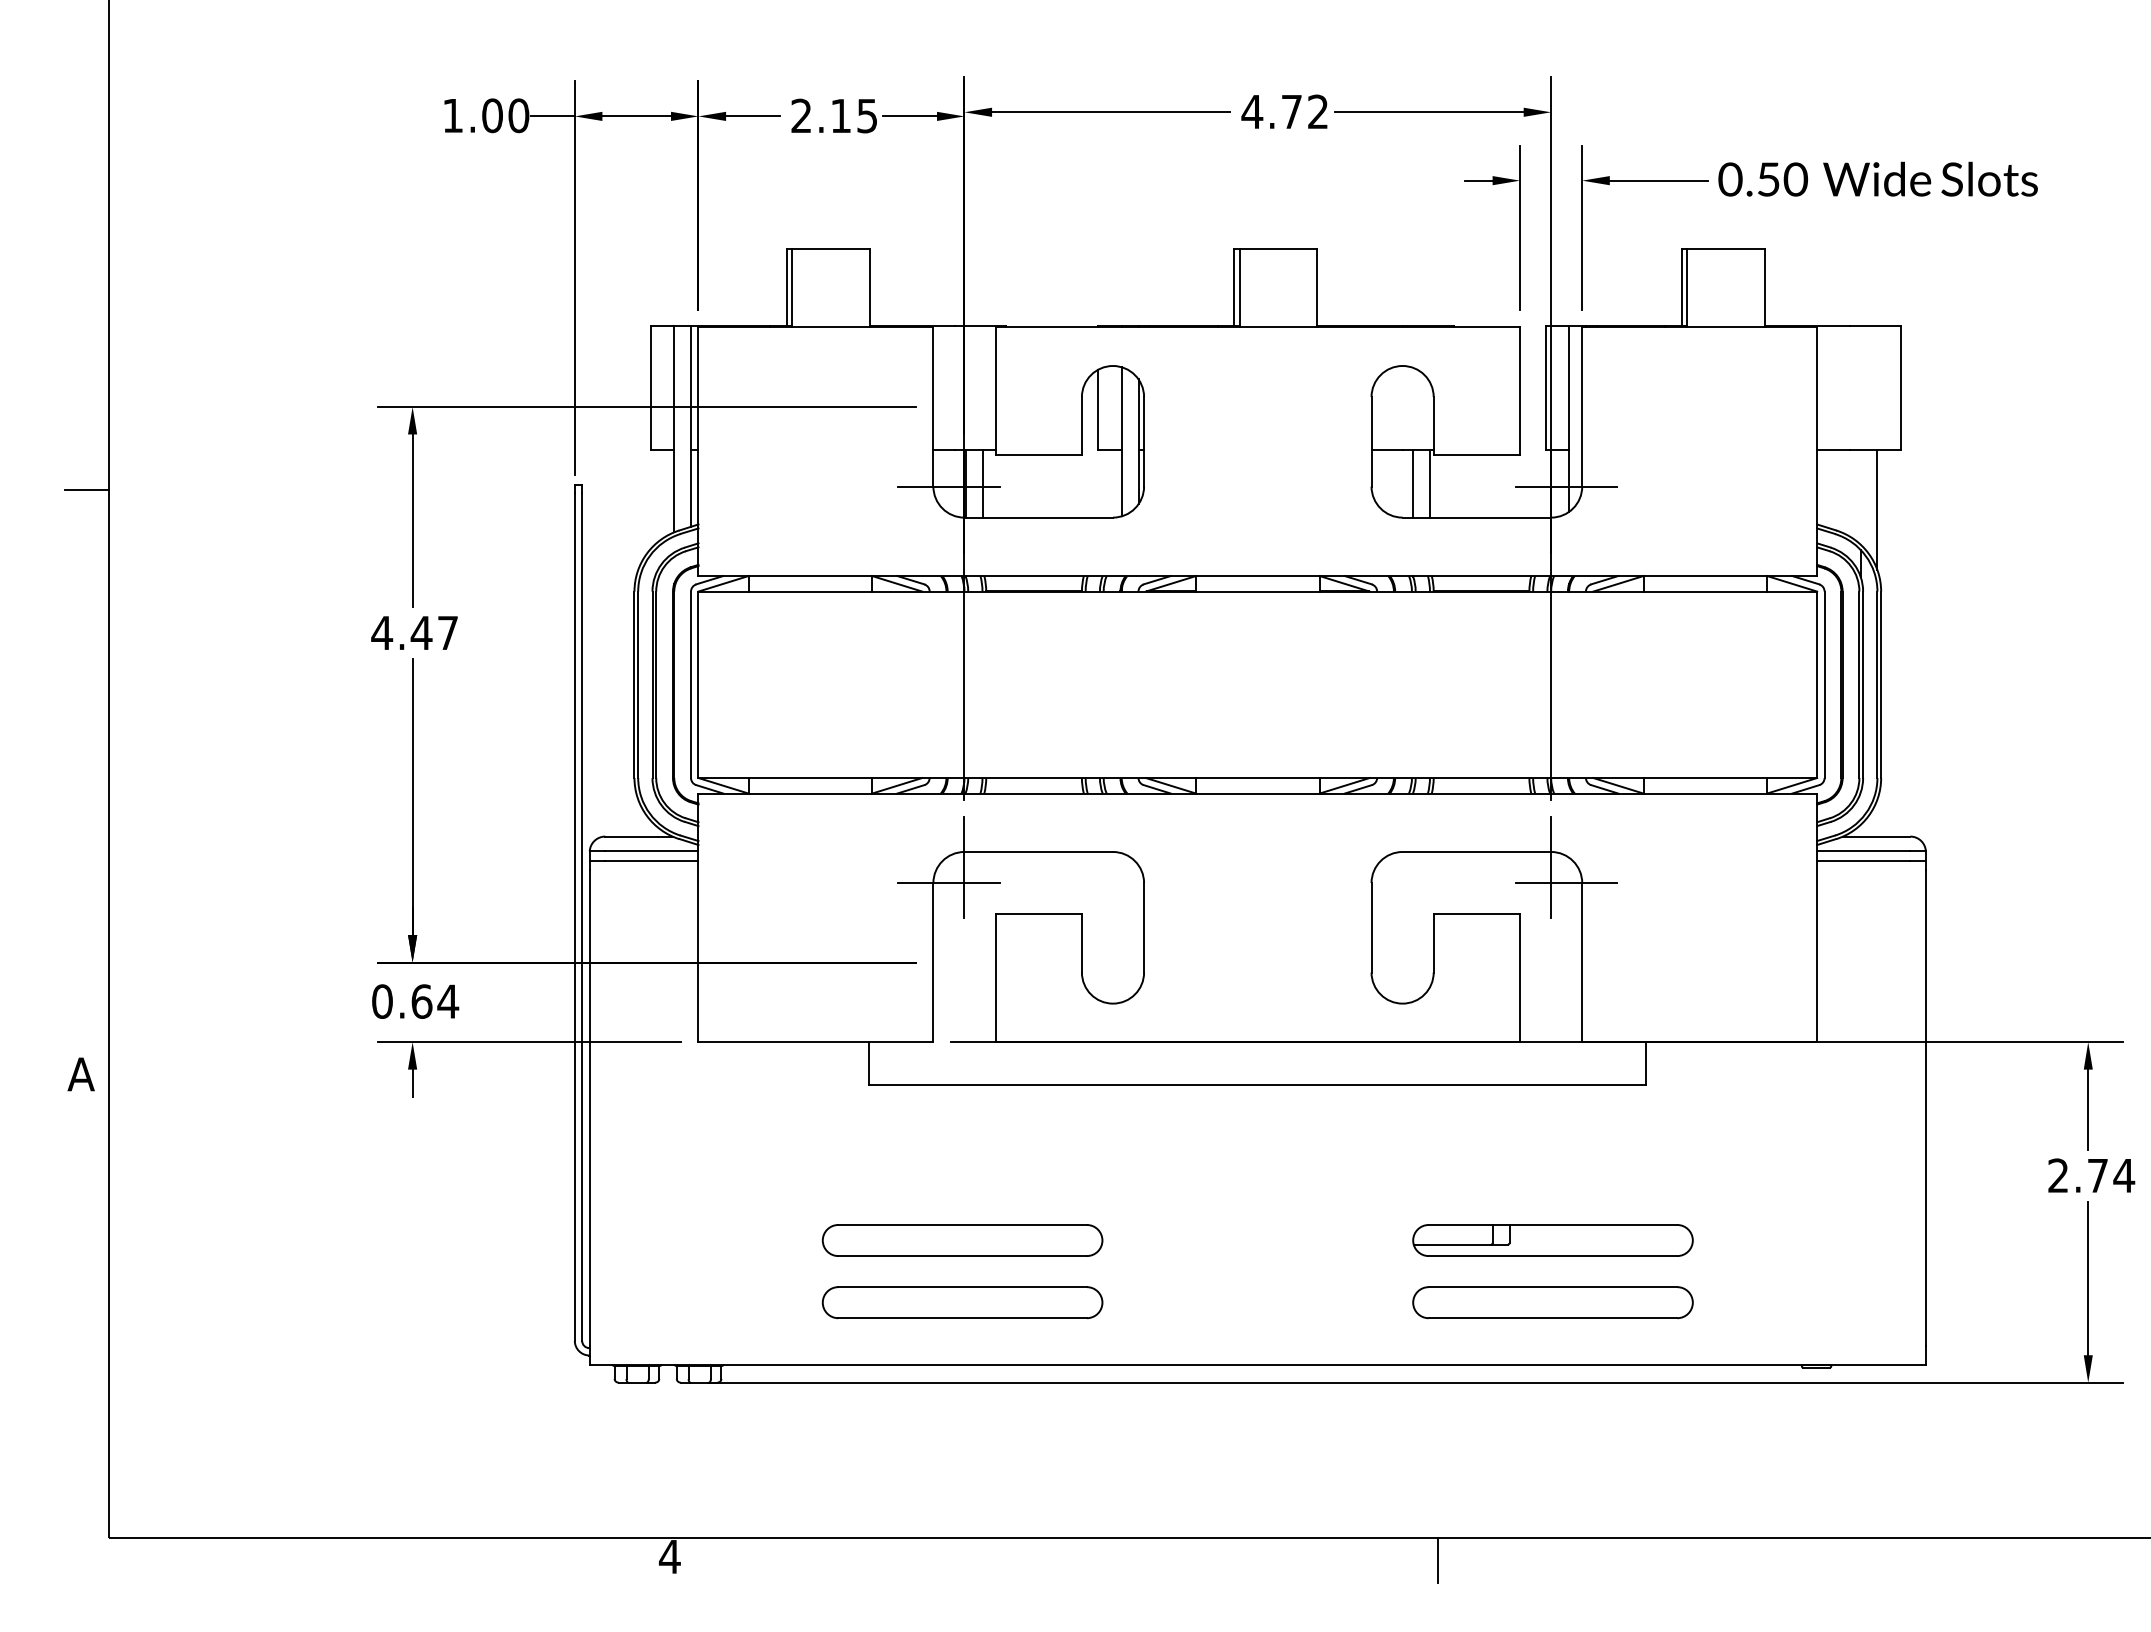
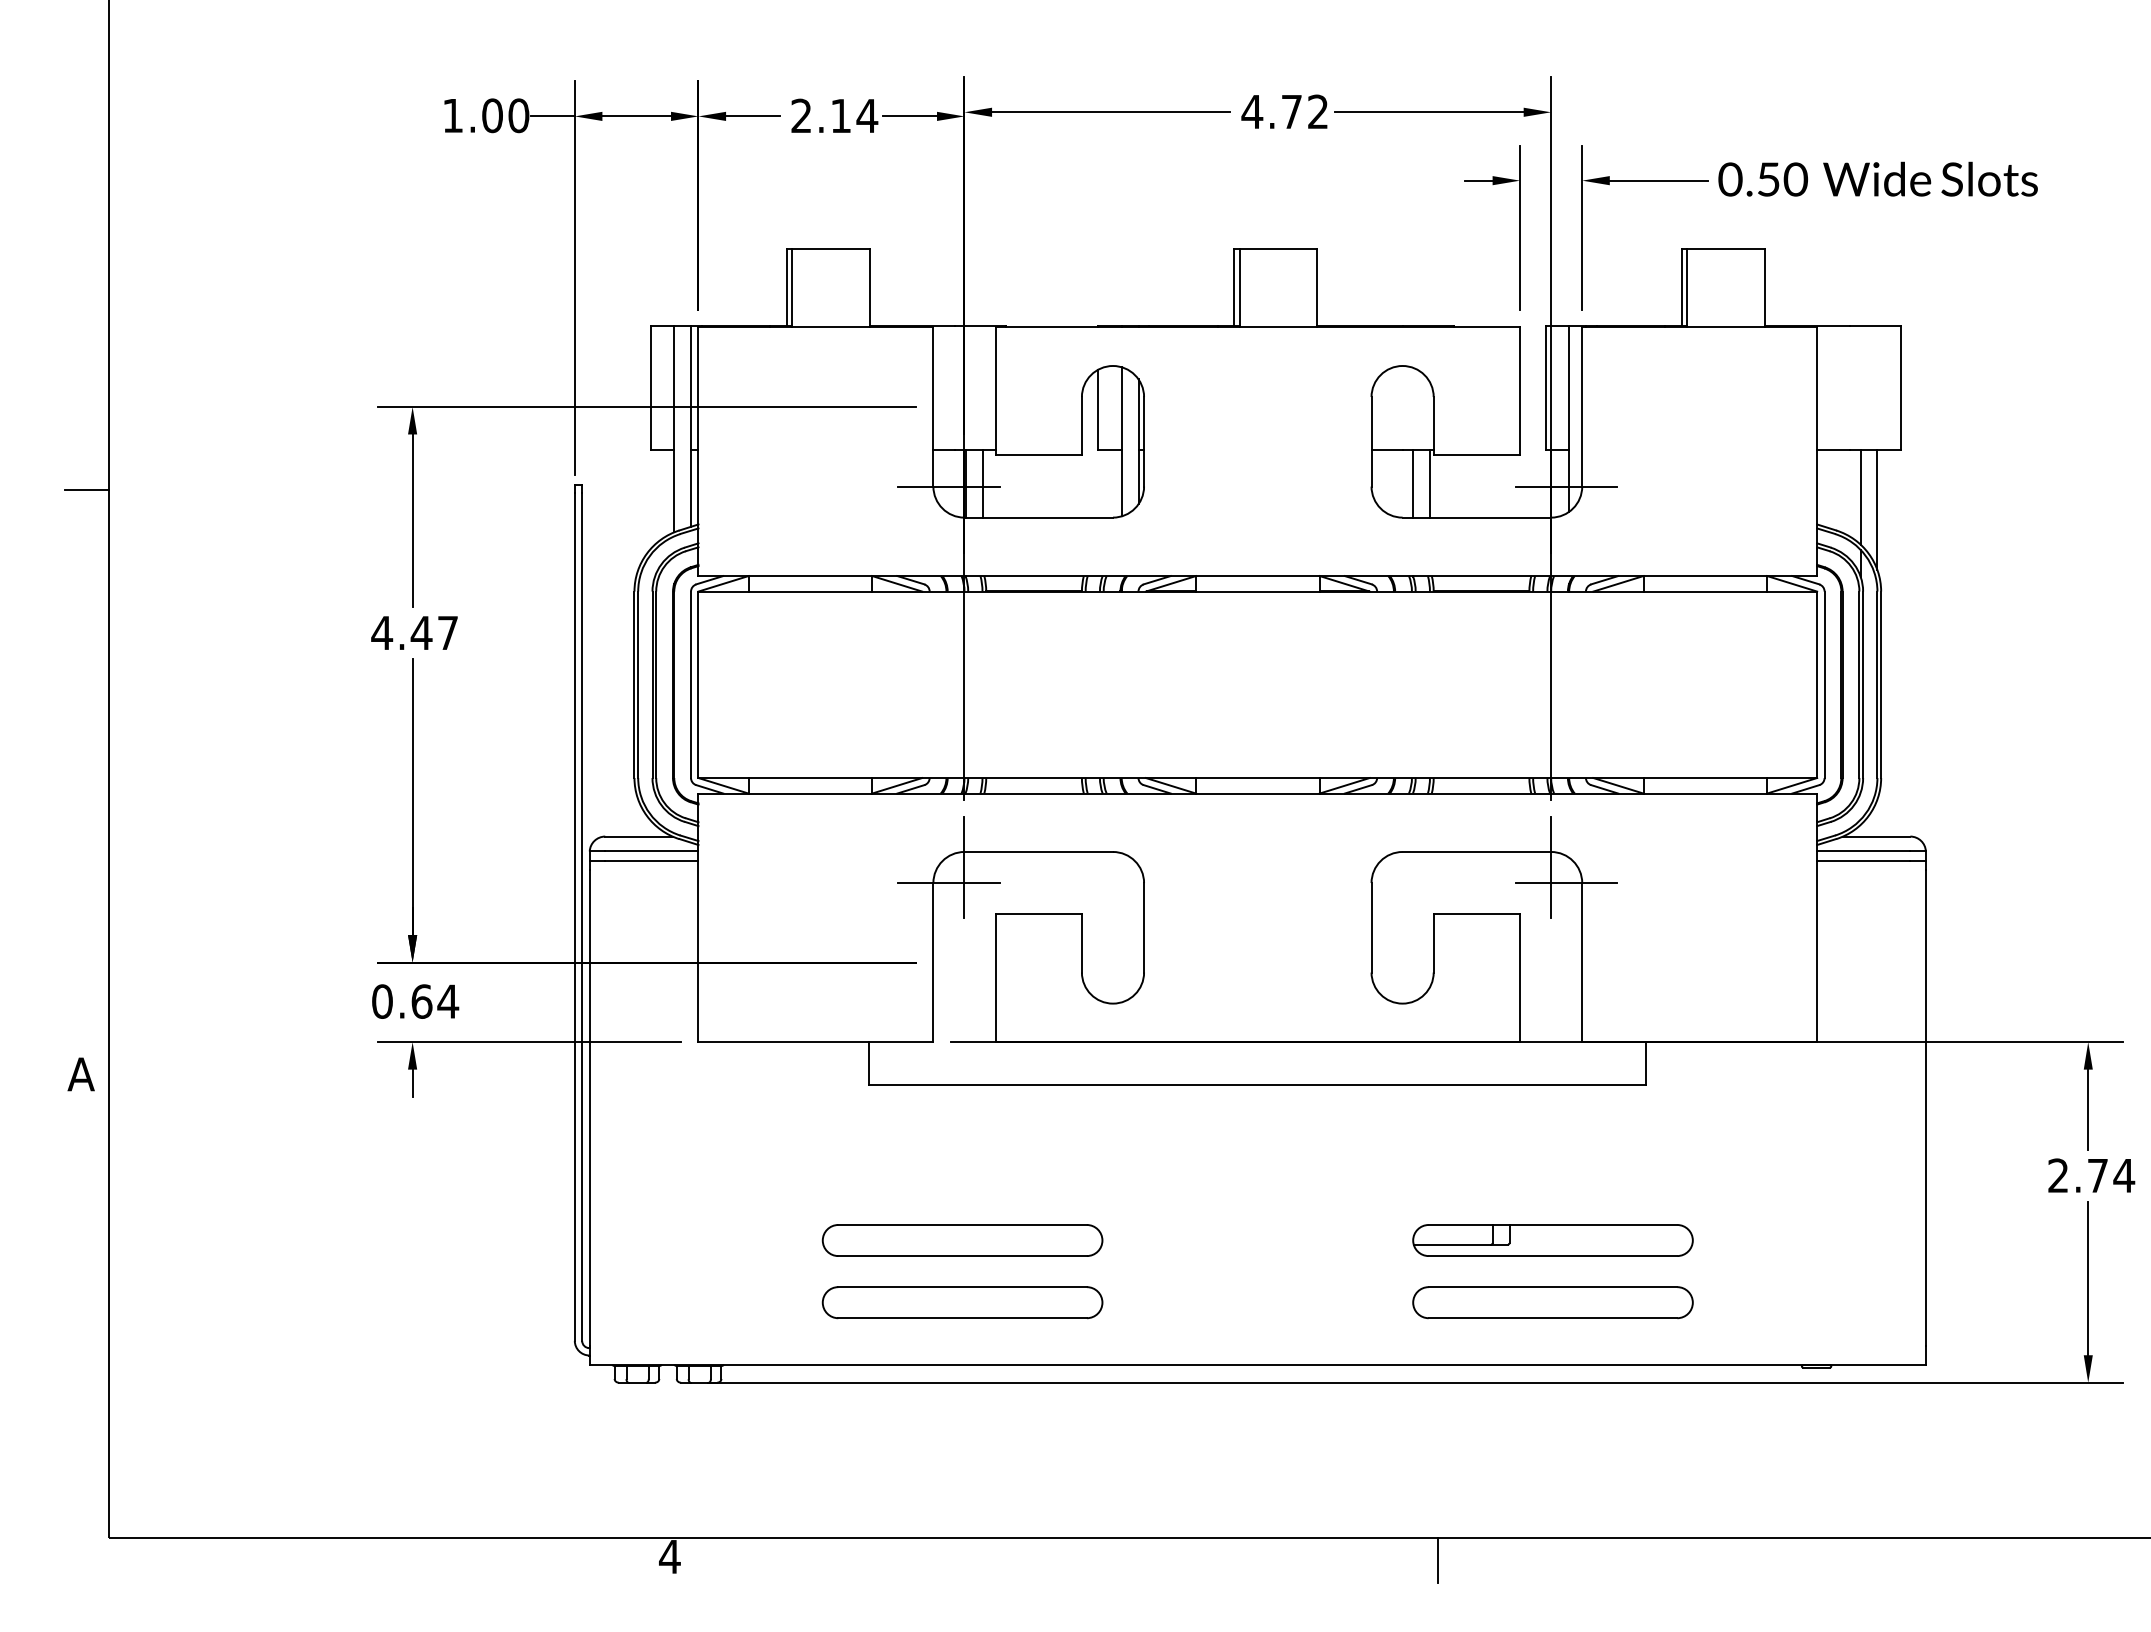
text at (867, 116): 2.15 -> 2.14
line at (1860, 496): none -> present
